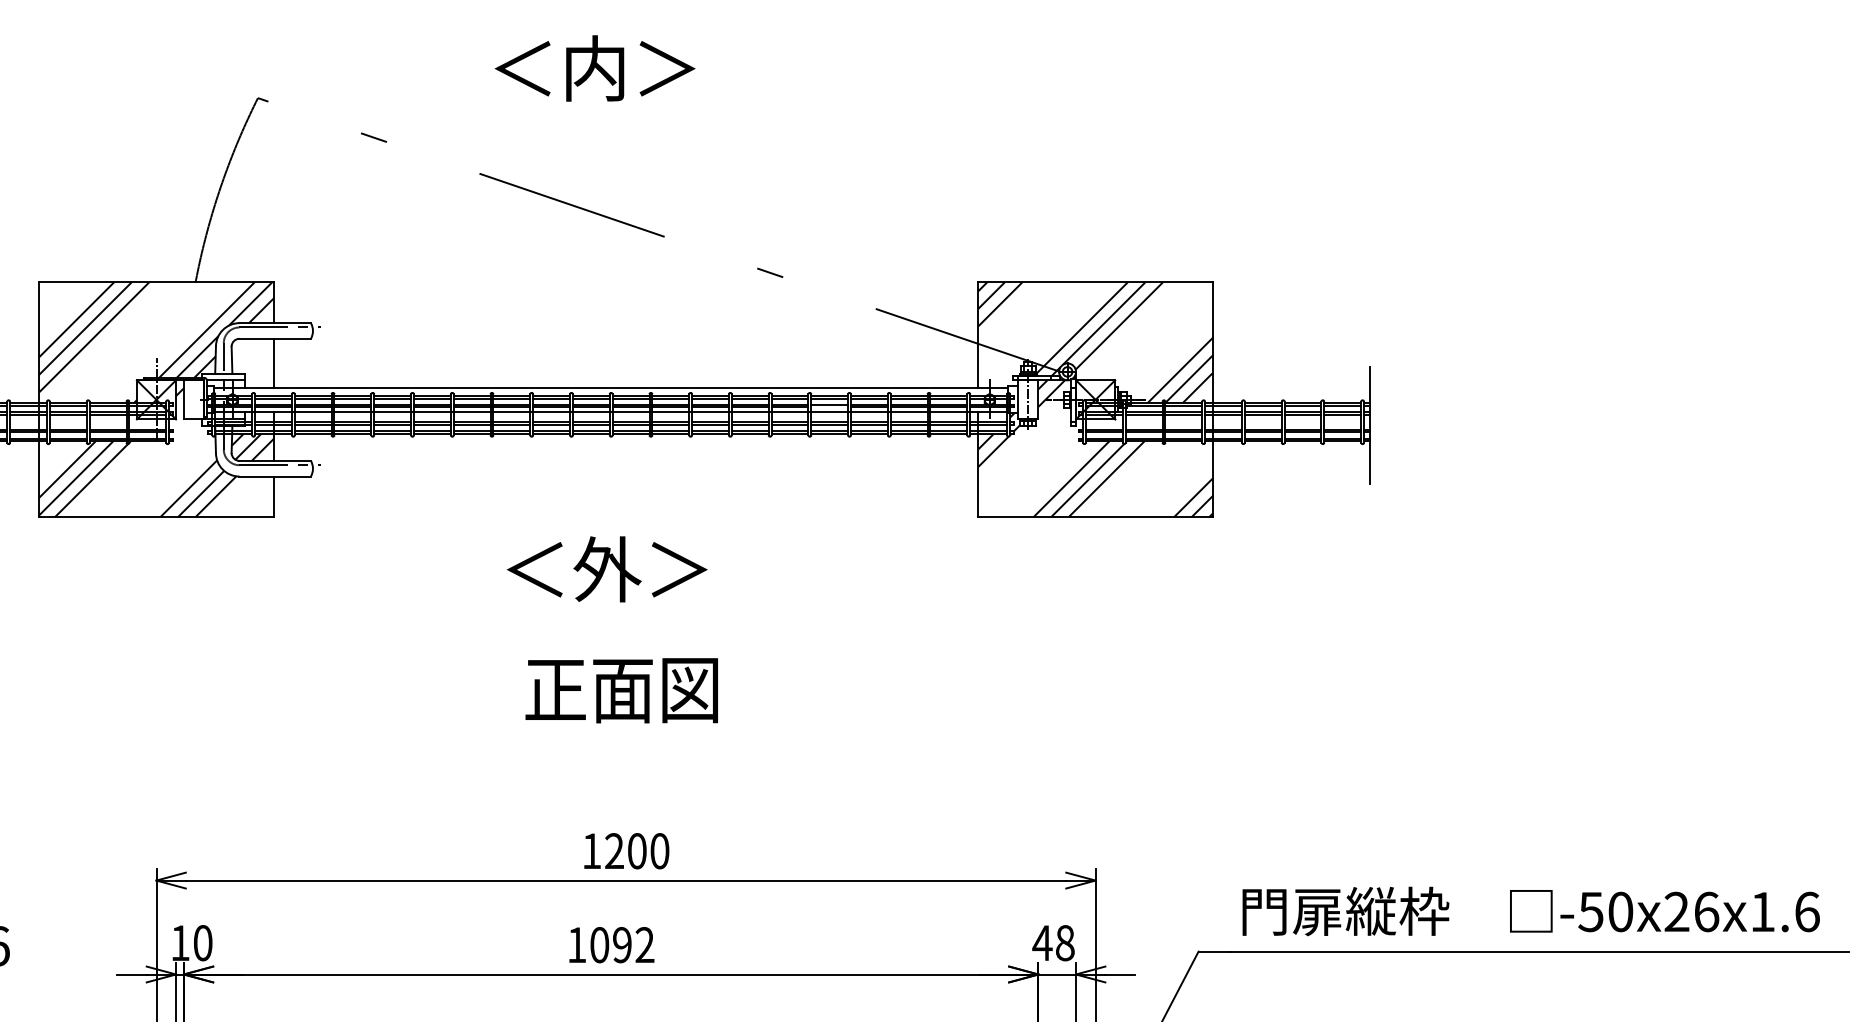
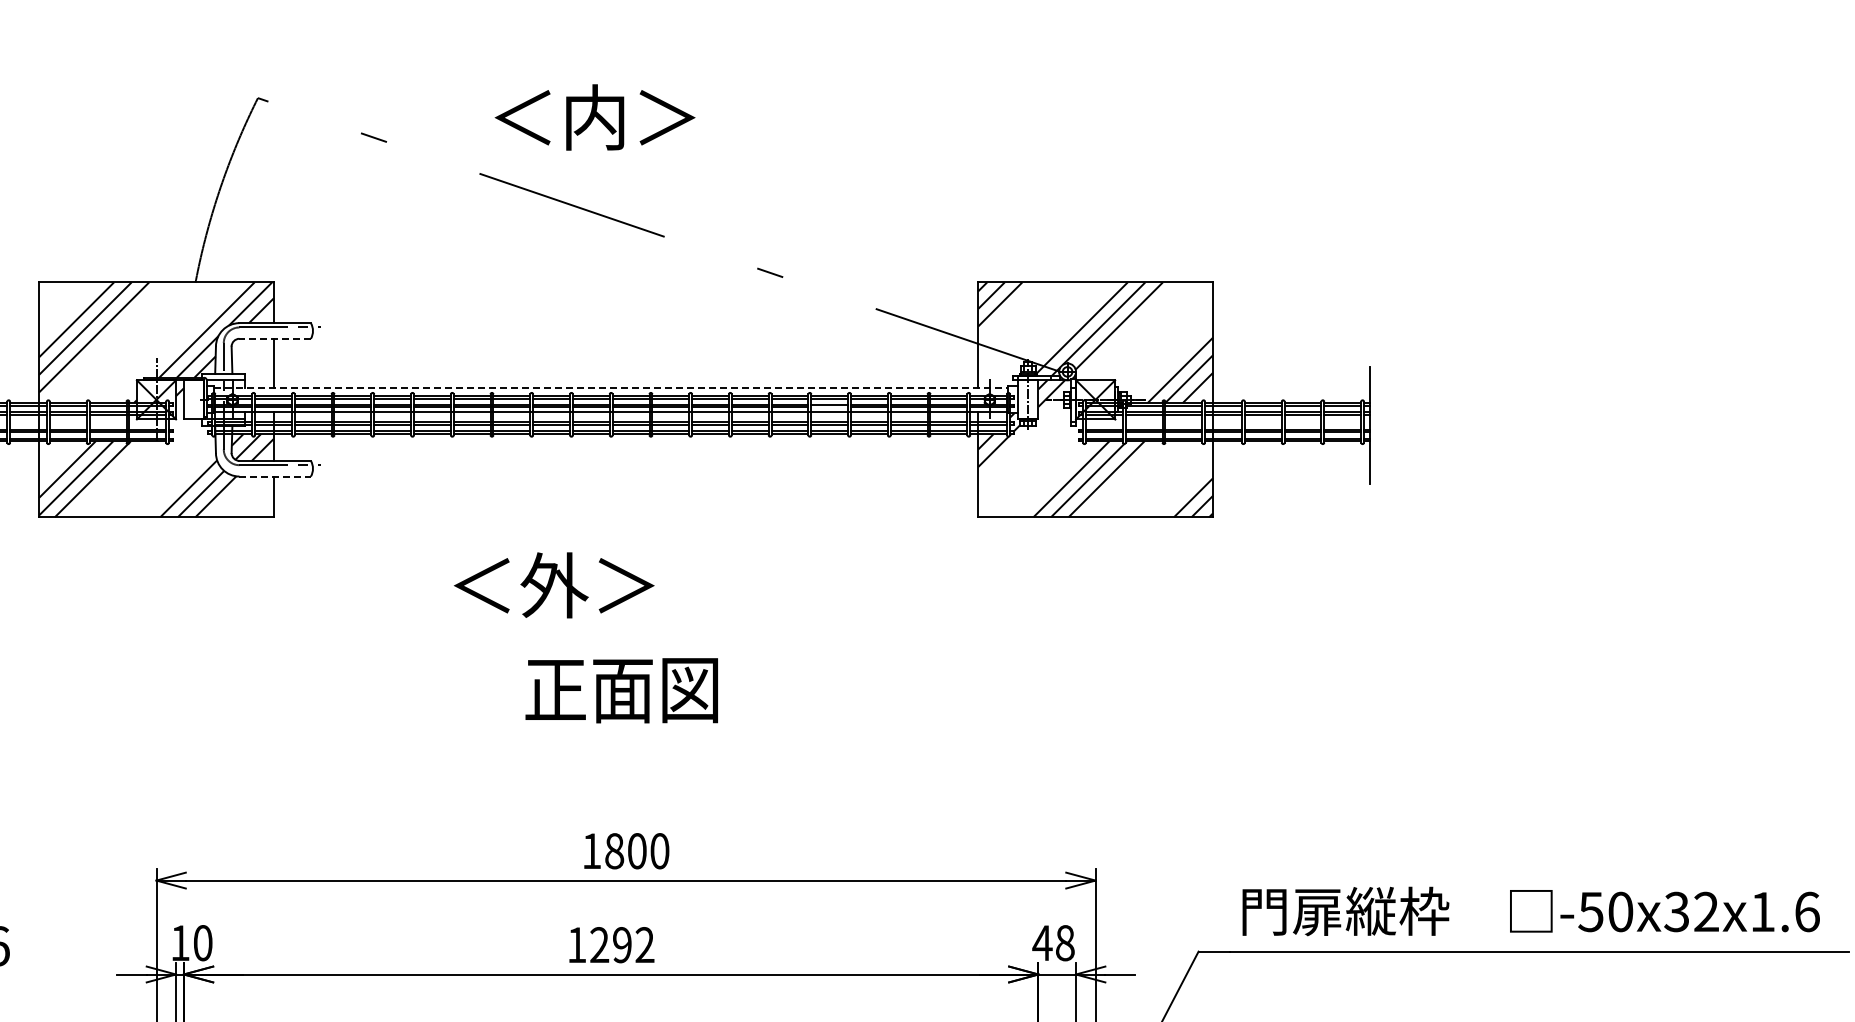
text at (594, 68) position: (594, 68) -> (594, 117)
line at (275, 338): solid -> dashed
line at (611, 387): solid -> dashed
line at (275, 476): solid -> dashed
text at (607, 569) position: (607, 569) -> (554, 585)
text at (614, 851): 1200 -> 1800
text at (1691, 911): -50x26x1.6 -> -50x32x1.6
text at (599, 945): 1092 -> 1292
